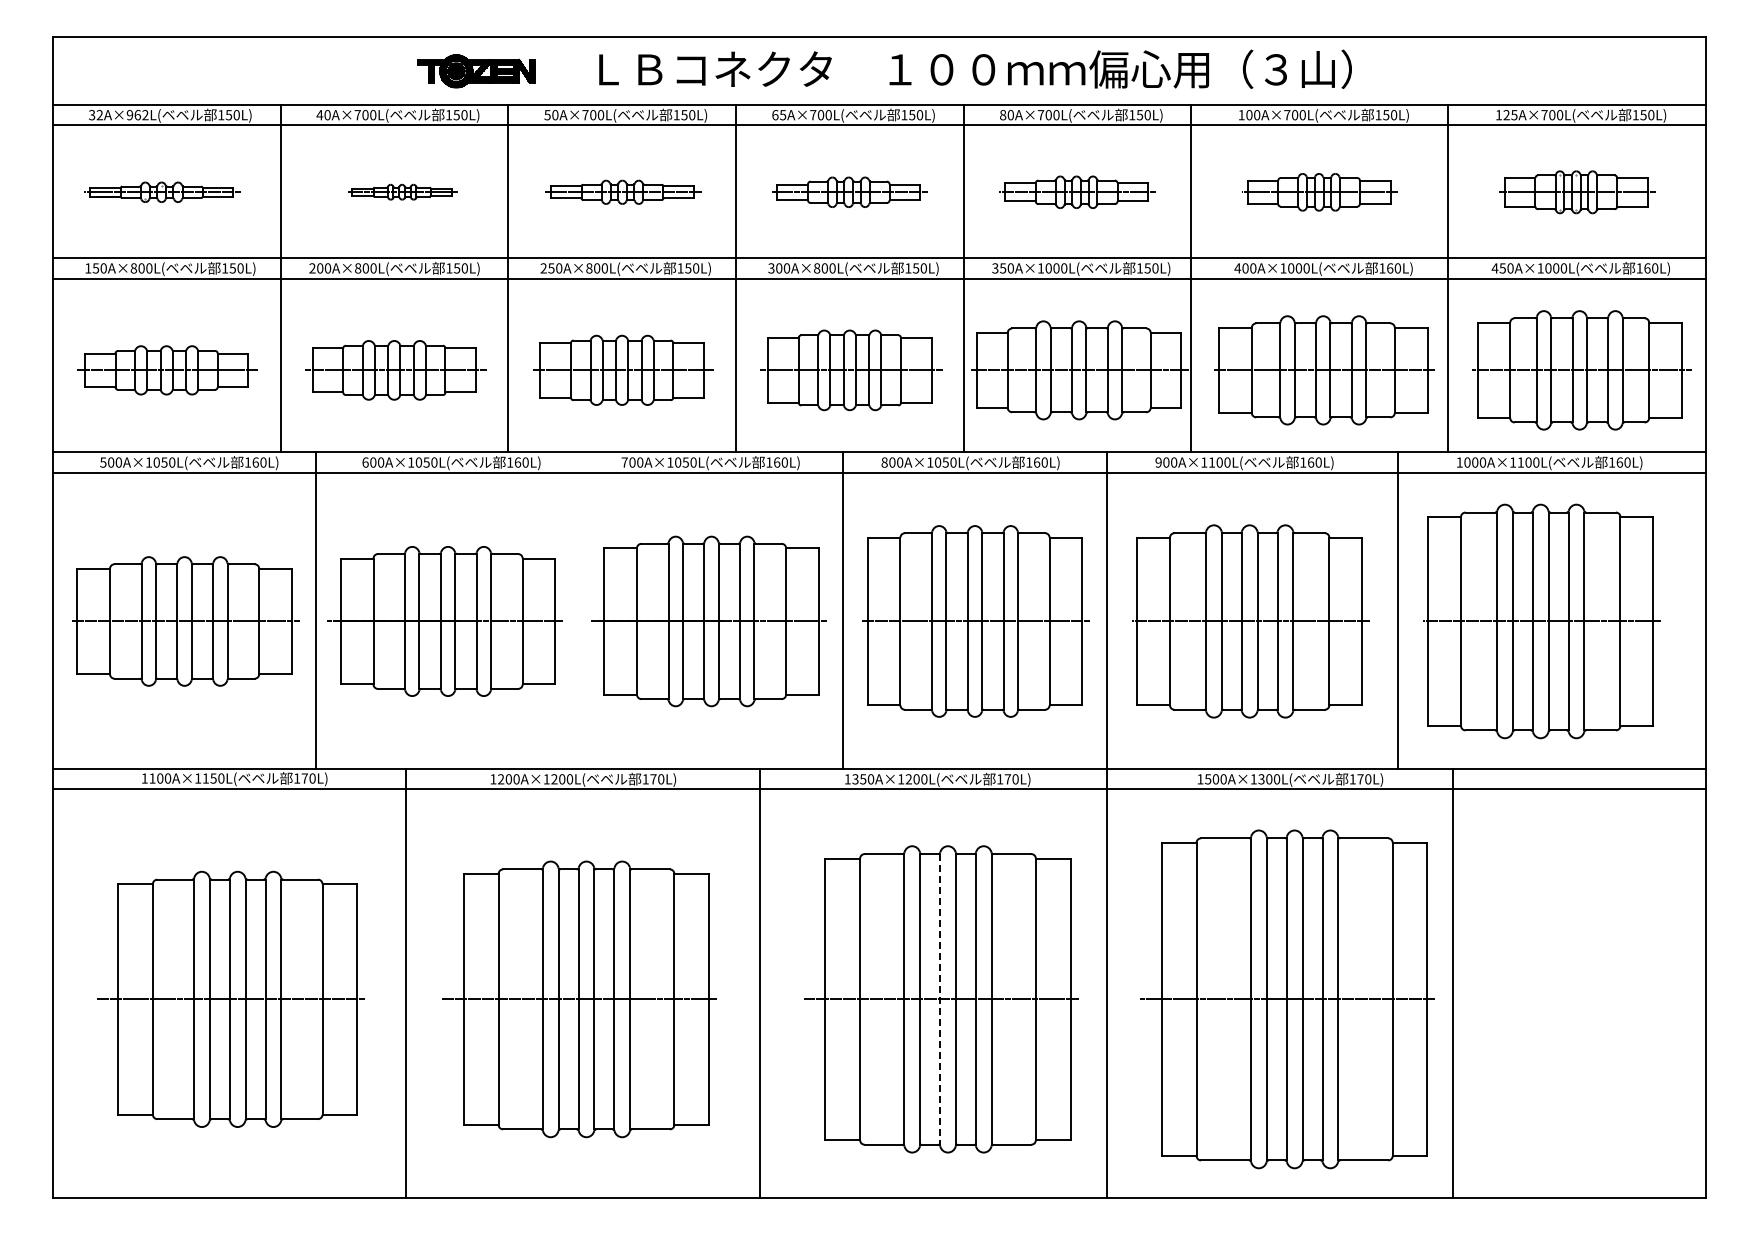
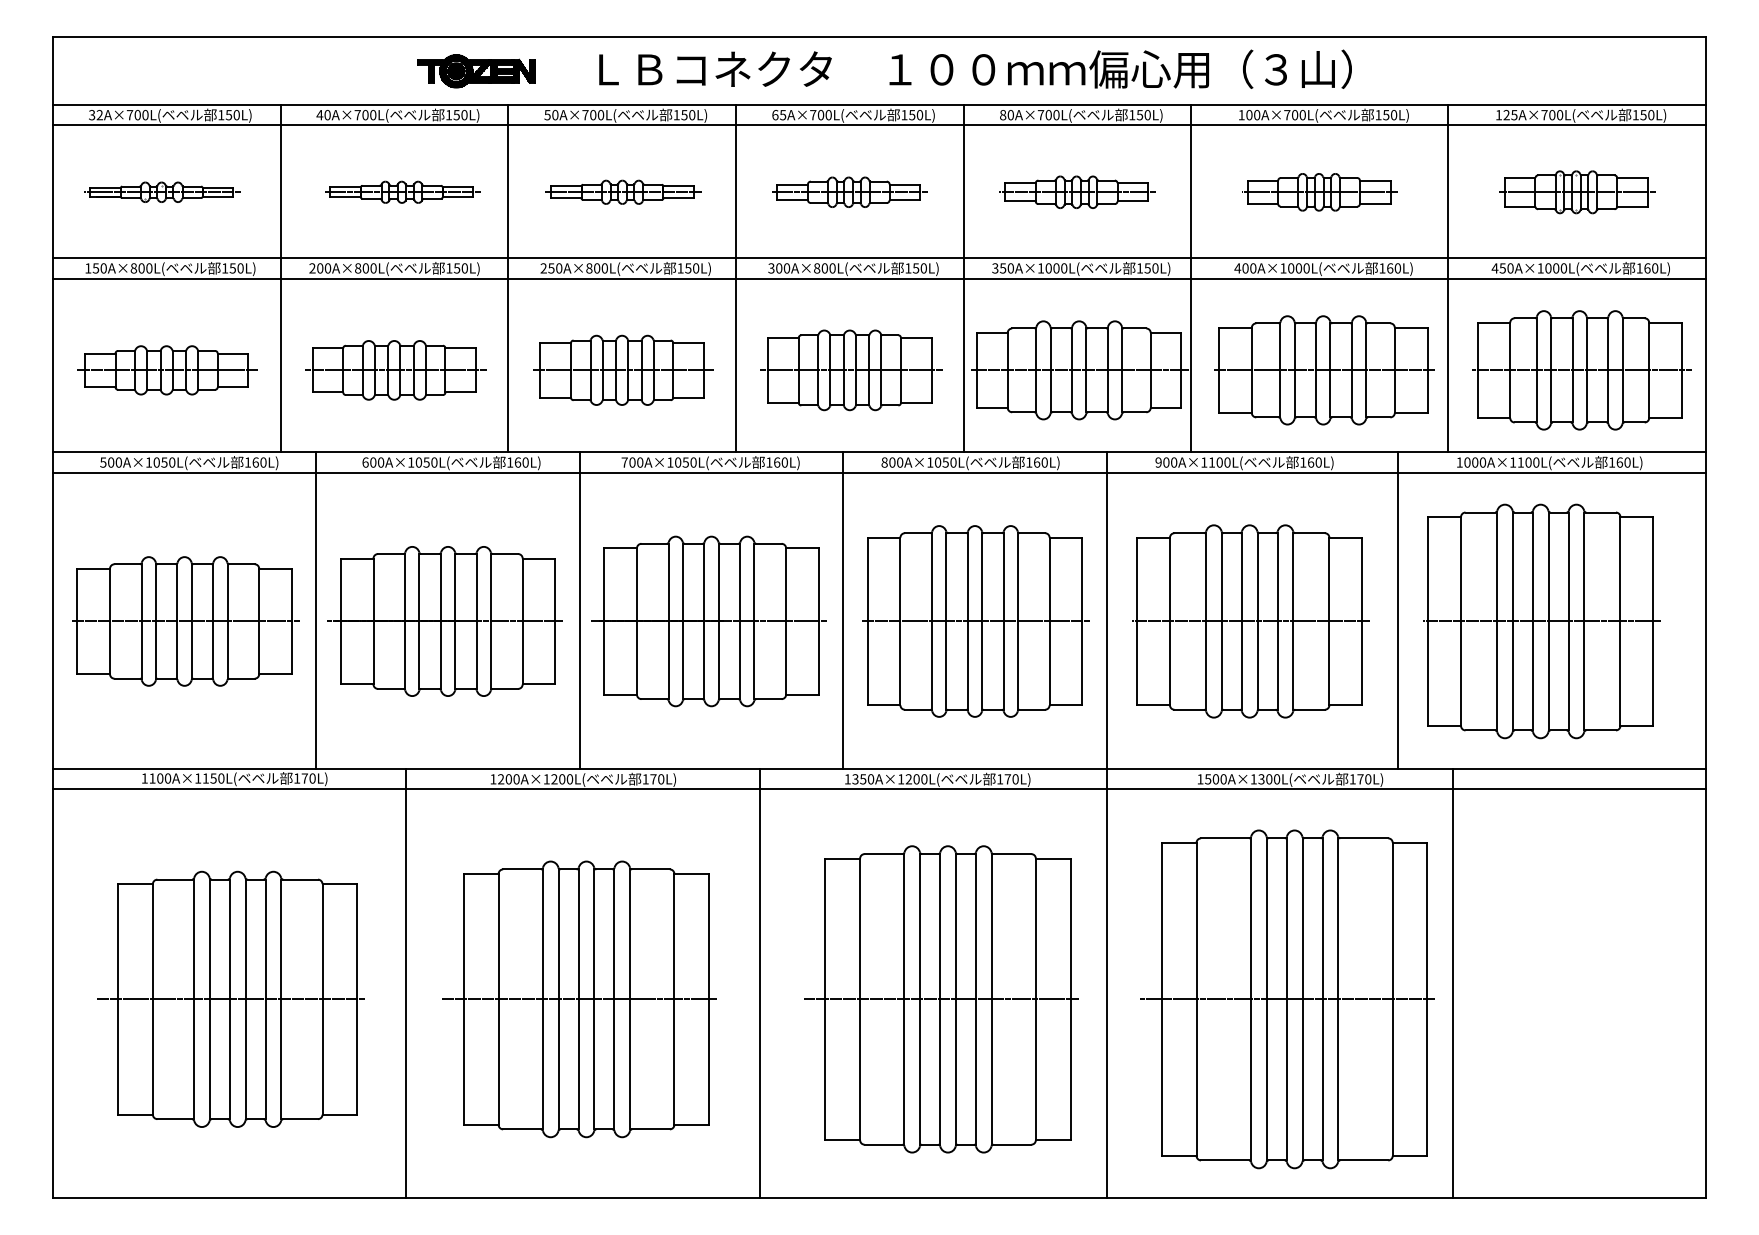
text at (137, 115): 32A×962L( -> 32A×700L(
part at (402, 191) size: 110x18 px -> 156x24 px
line at (579, 610): none -> present
line at (940, 999): dashed -> solid
